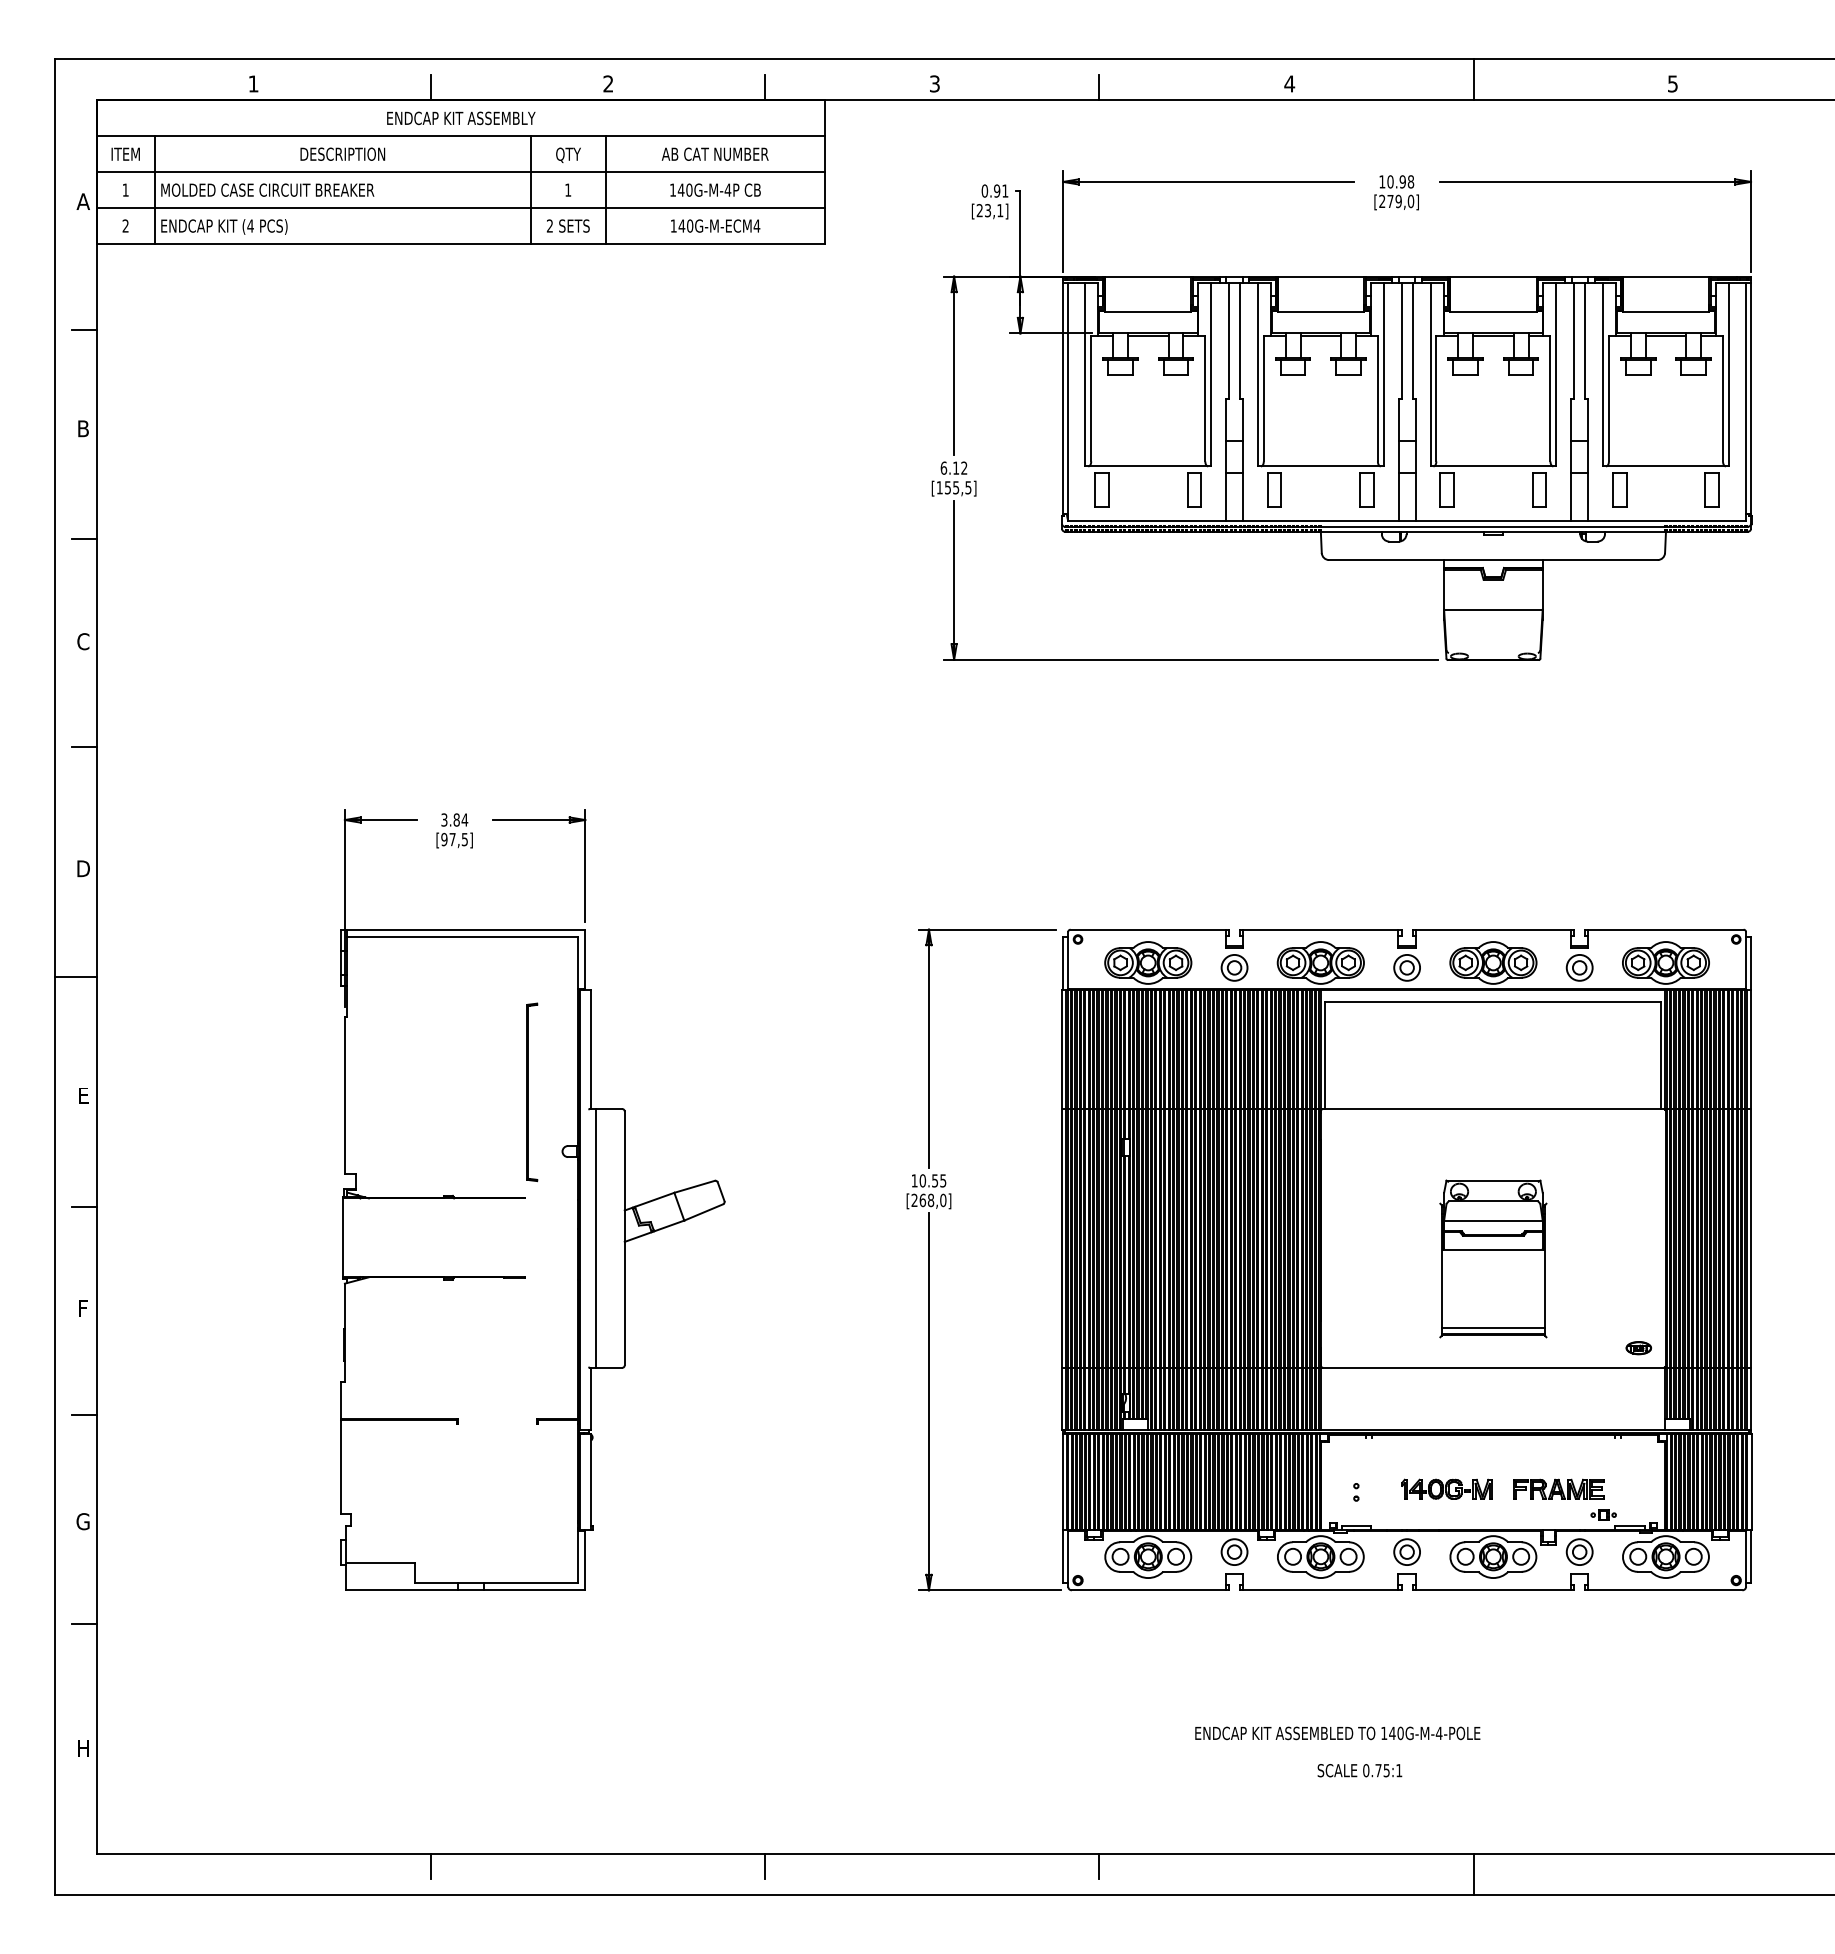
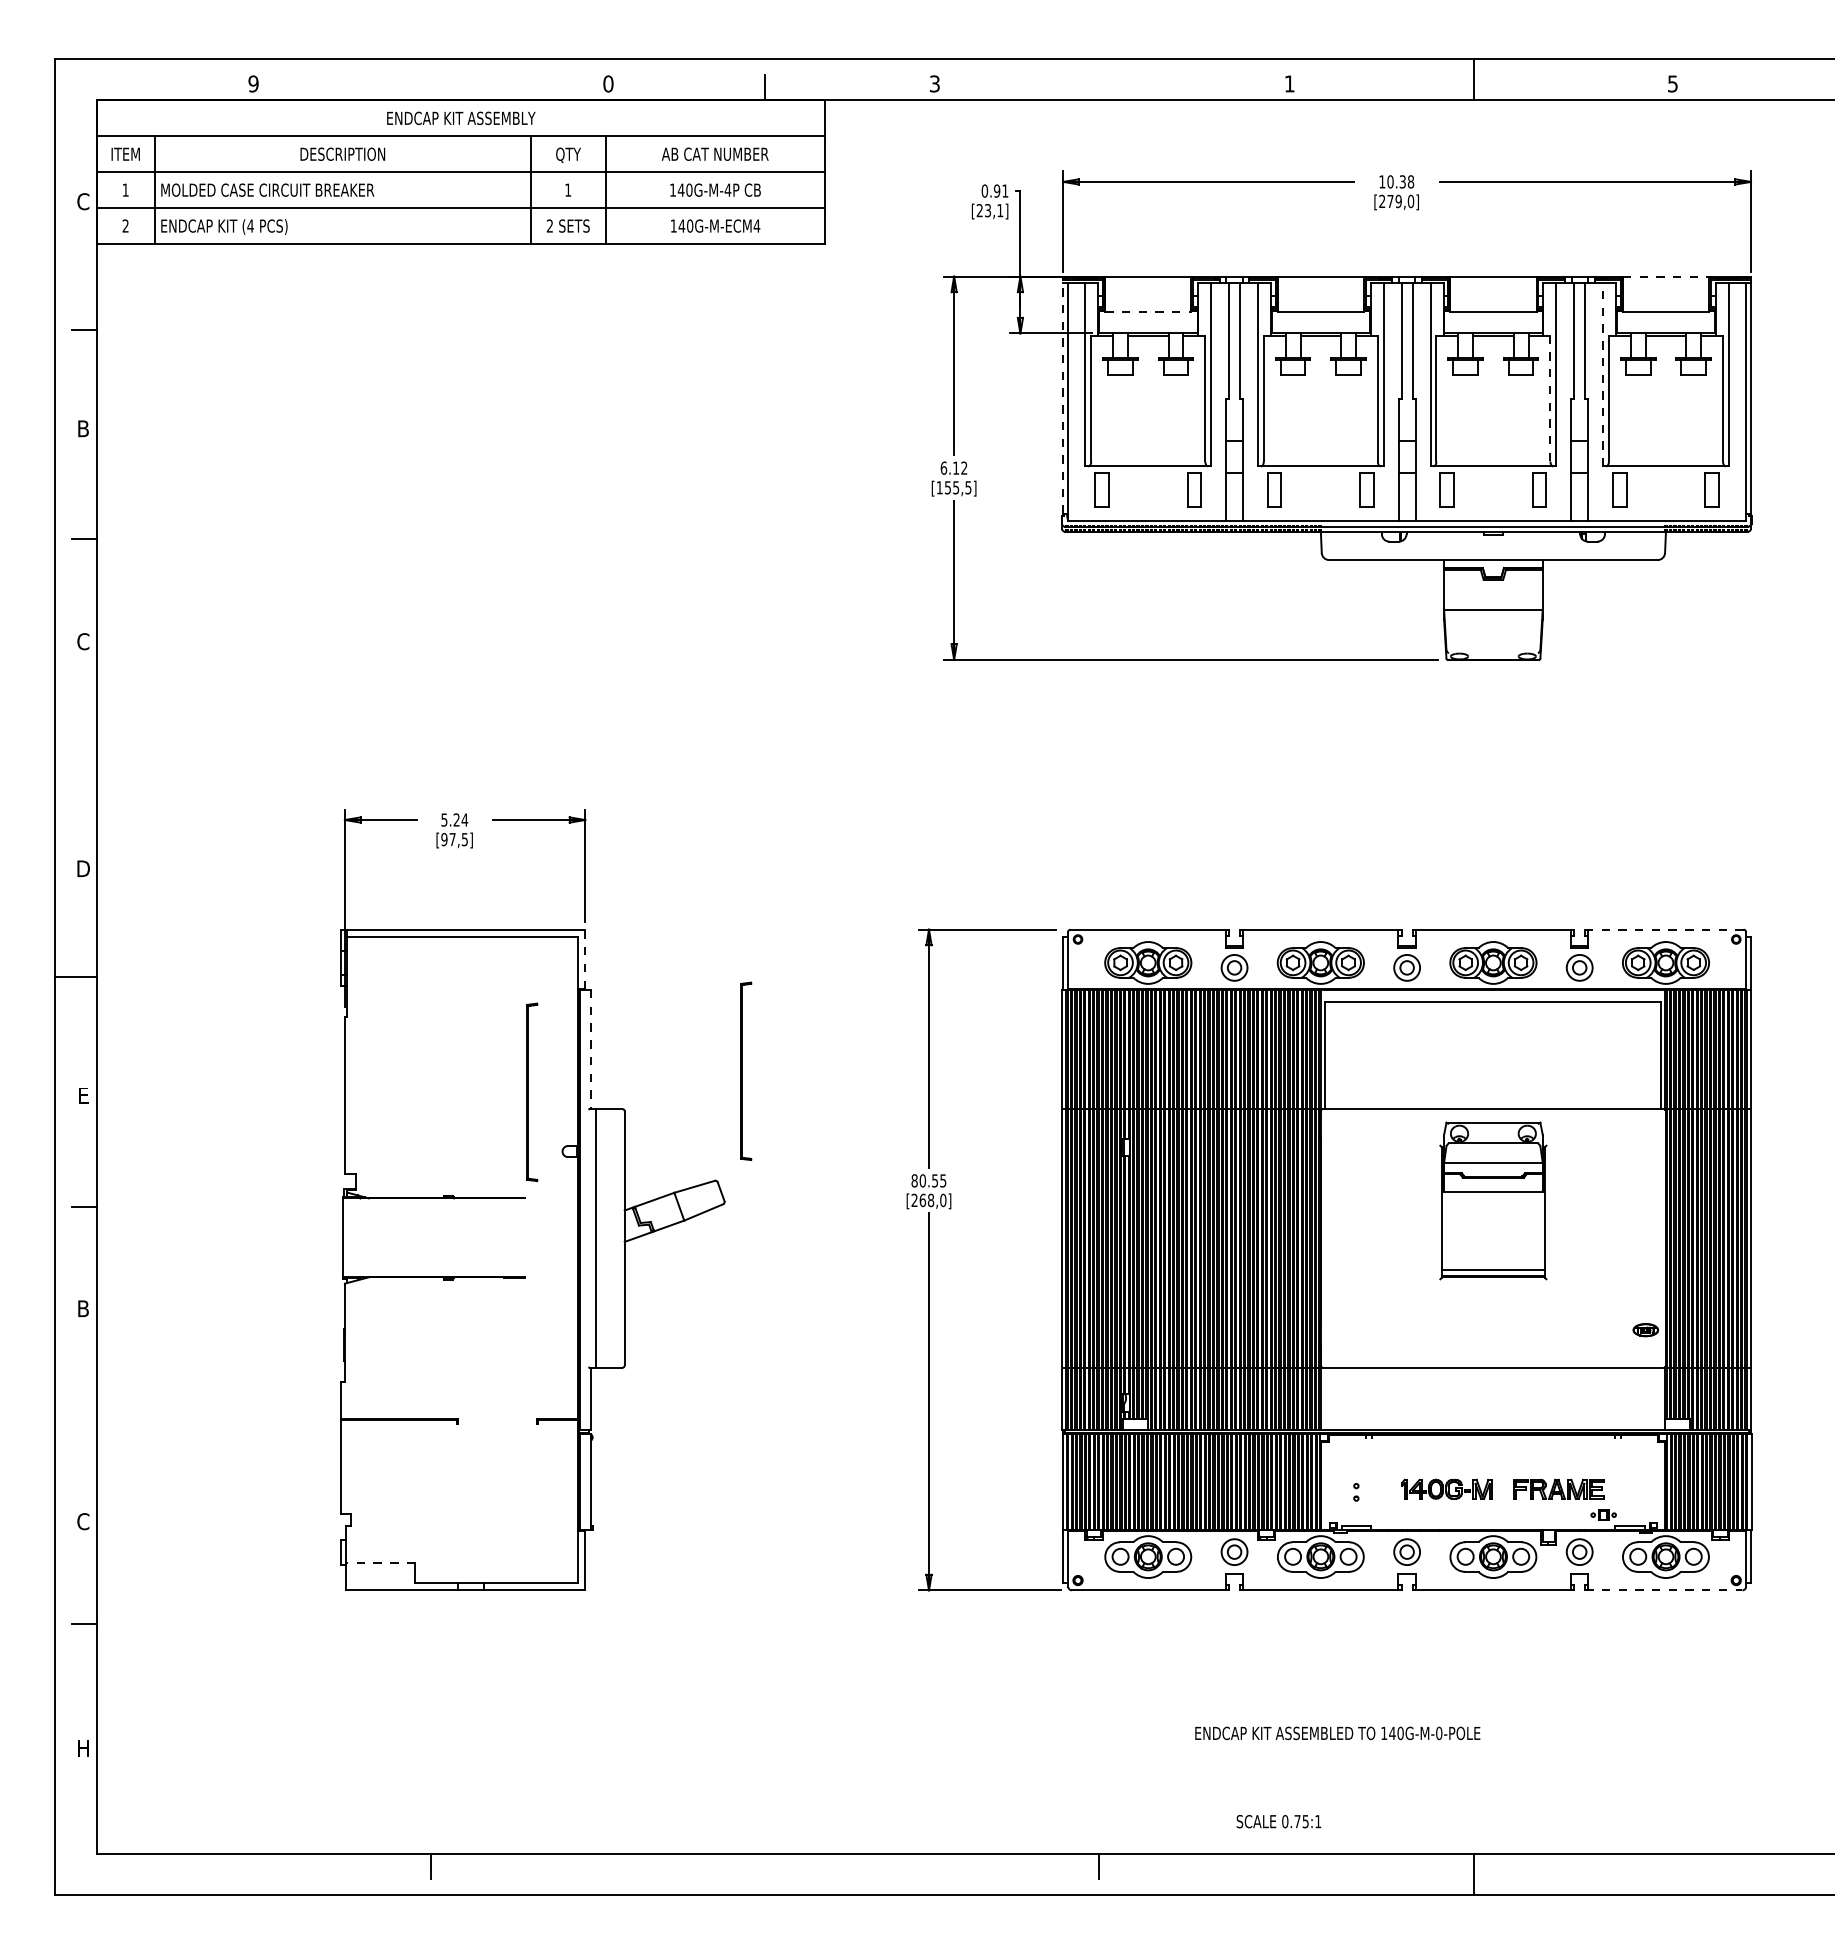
text at (253, 83): 1 -> 9
text at (608, 83): 2 -> 0
text at (1289, 83): 4 -> 1
line at (430, 87): present -> none
line at (1098, 87): present -> none
text at (1402, 181): 10.98 -> 10.38
text at (82, 201): A -> C
line at (1667, 276): solid -> dashed
line at (1148, 312): solid -> dashed
line at (1603, 374): solid -> dashed
line at (1063, 395): solid -> dashed
line at (1550, 398): solid -> dashed
line at (83, 747): present -> none
text at (450, 819): 3.84 -> 5.24
line at (1663, 929): solid -> dashed
line at (585, 959): solid -> dashed
line at (591, 1050): solid -> dashed
part at (746, 1071): none -> present
text at (914, 1180): 10.55 -> 80.55
part at (1493, 1258) position: (1493, 1258) -> (1493, 1200)
text at (83, 1308): F -> B
part at (1638, 1348) position: (1638, 1348) -> (1645, 1330)
line at (83, 1415): present -> none
text at (82, 1521): G -> C
line at (380, 1563): solid -> dashed
line at (1663, 1590): solid -> dashed
text at (1438, 1733): 140G-M-4-POLE -> 140G-M-0-POLE
text at (1359, 1770) position: (1359, 1770) -> (1278, 1821)
line at (764, 1865): present -> none
